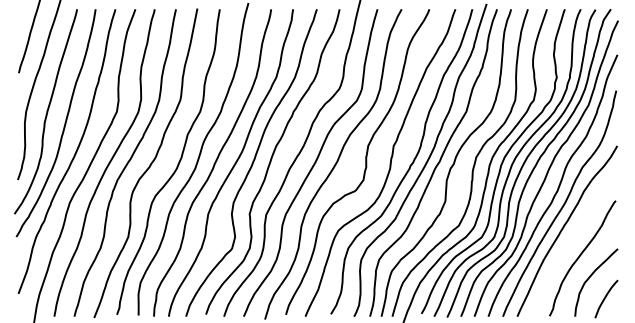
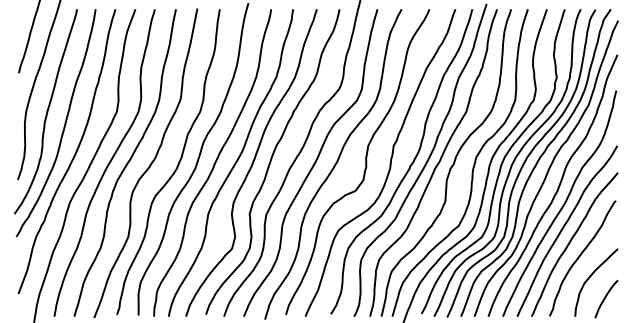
curve at (570, 243): none -> present
